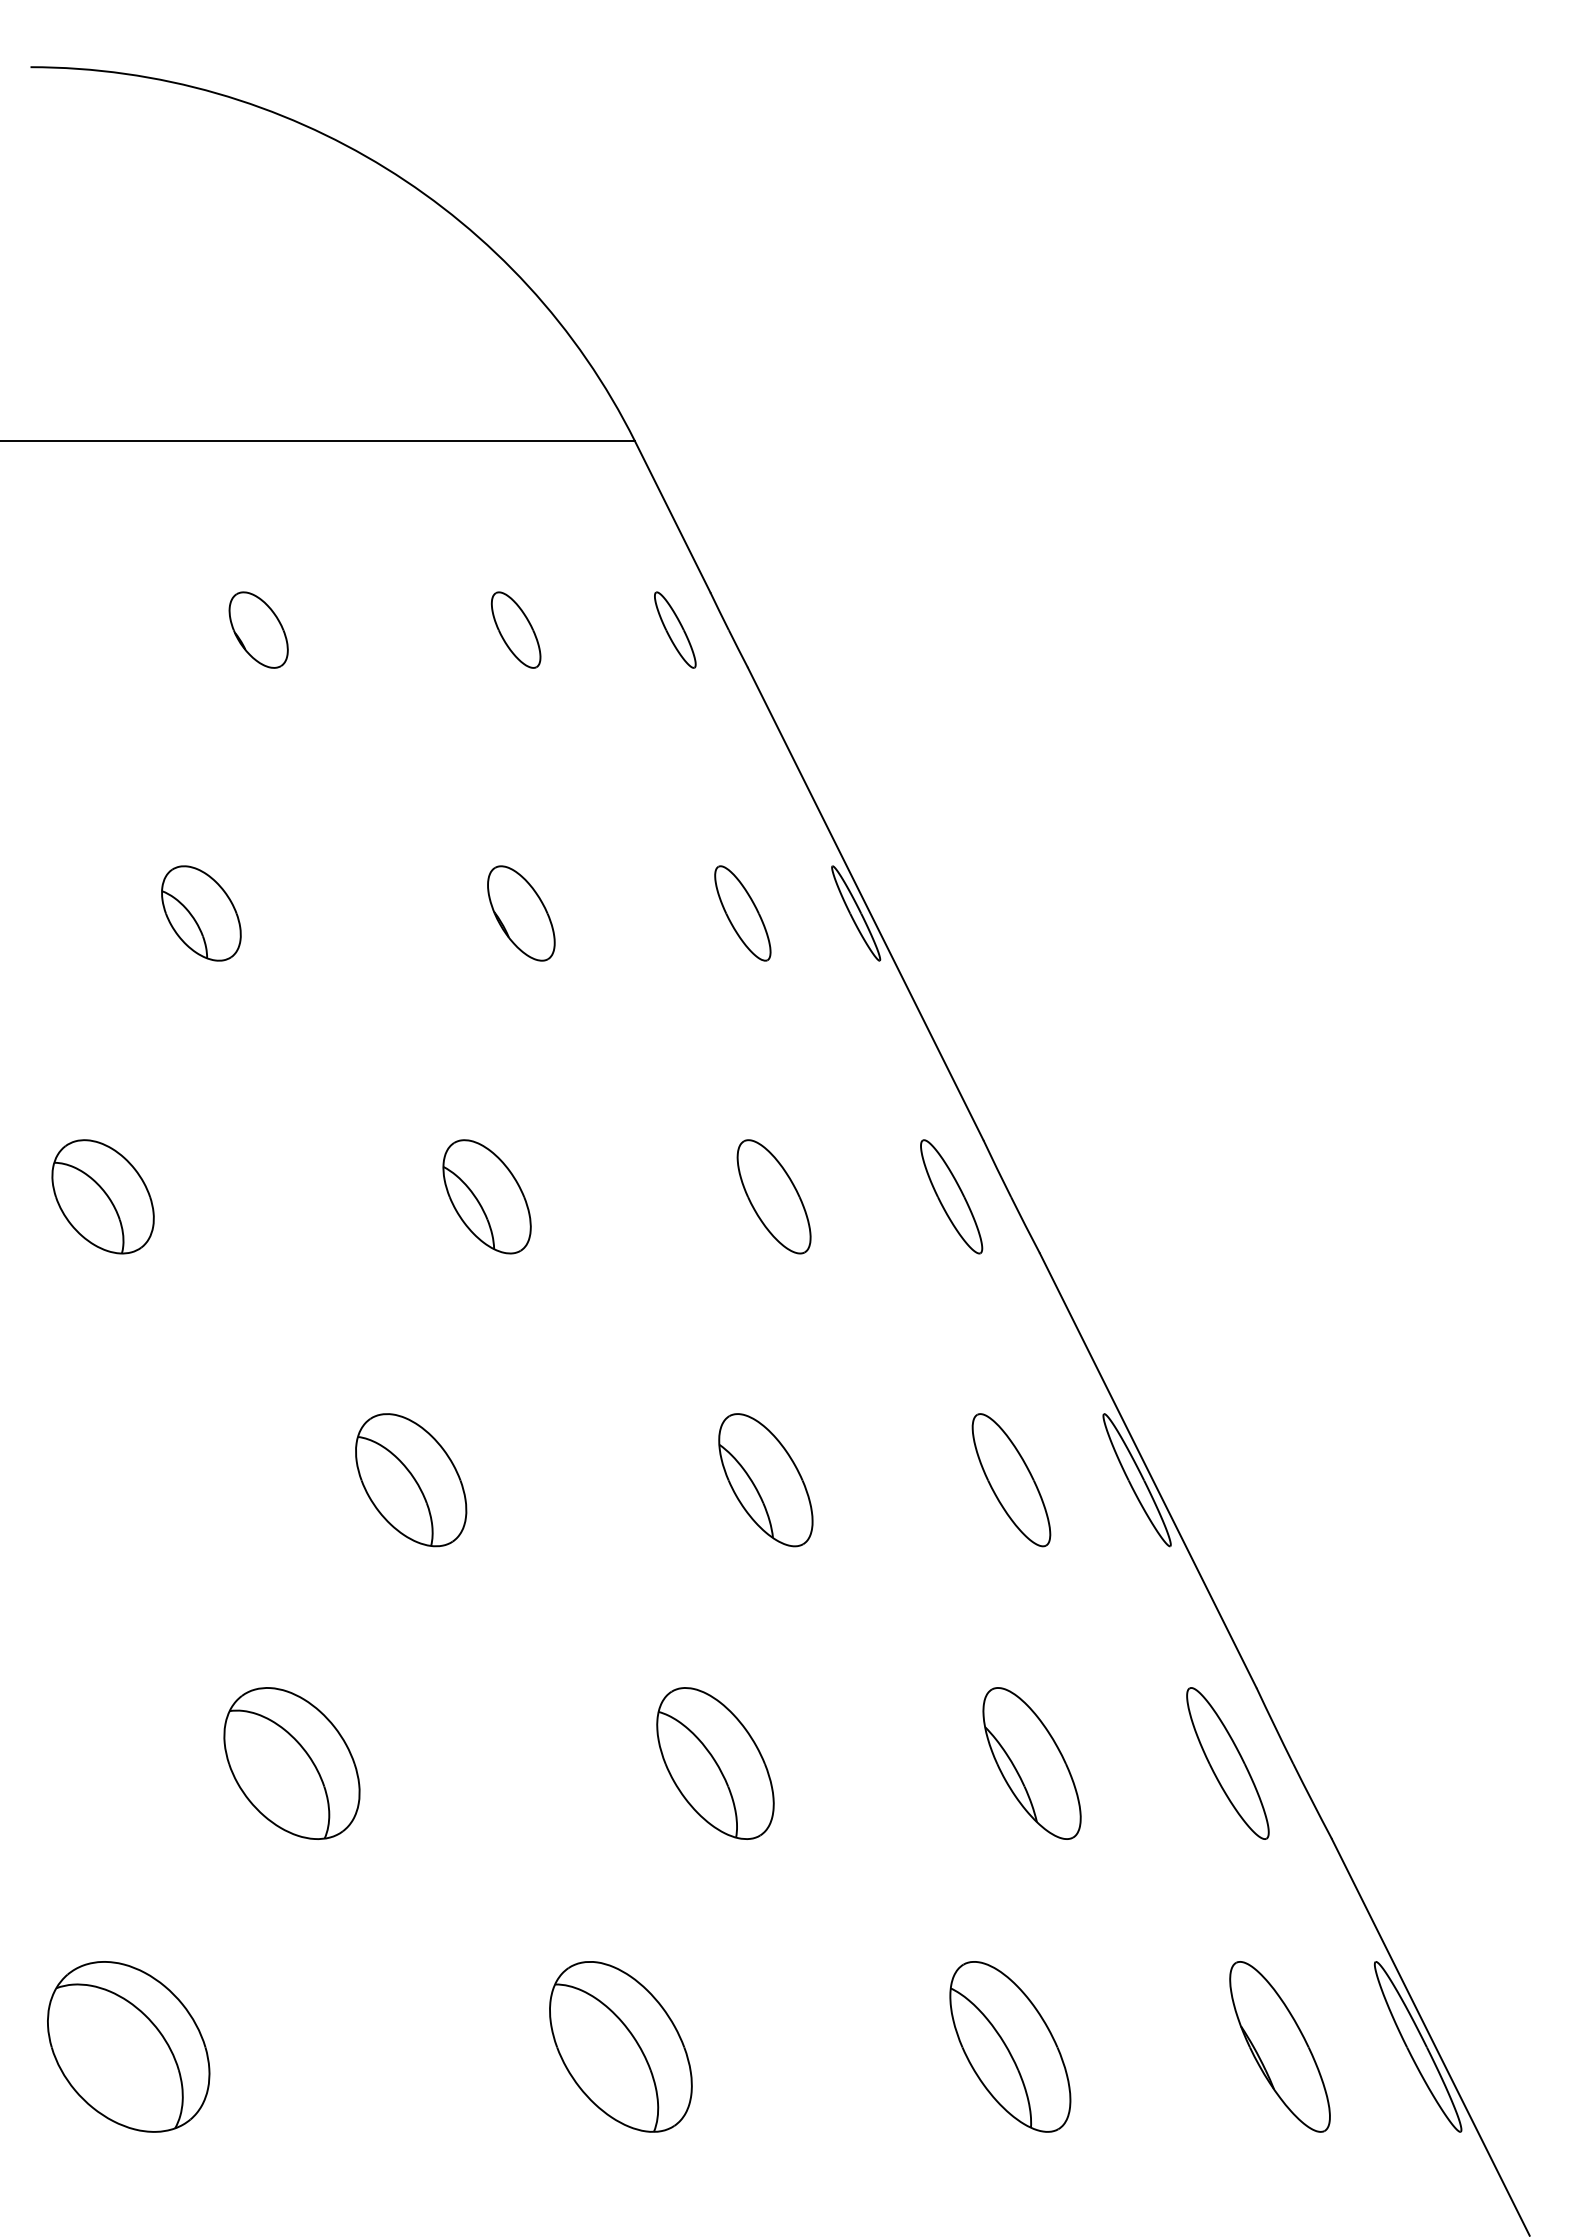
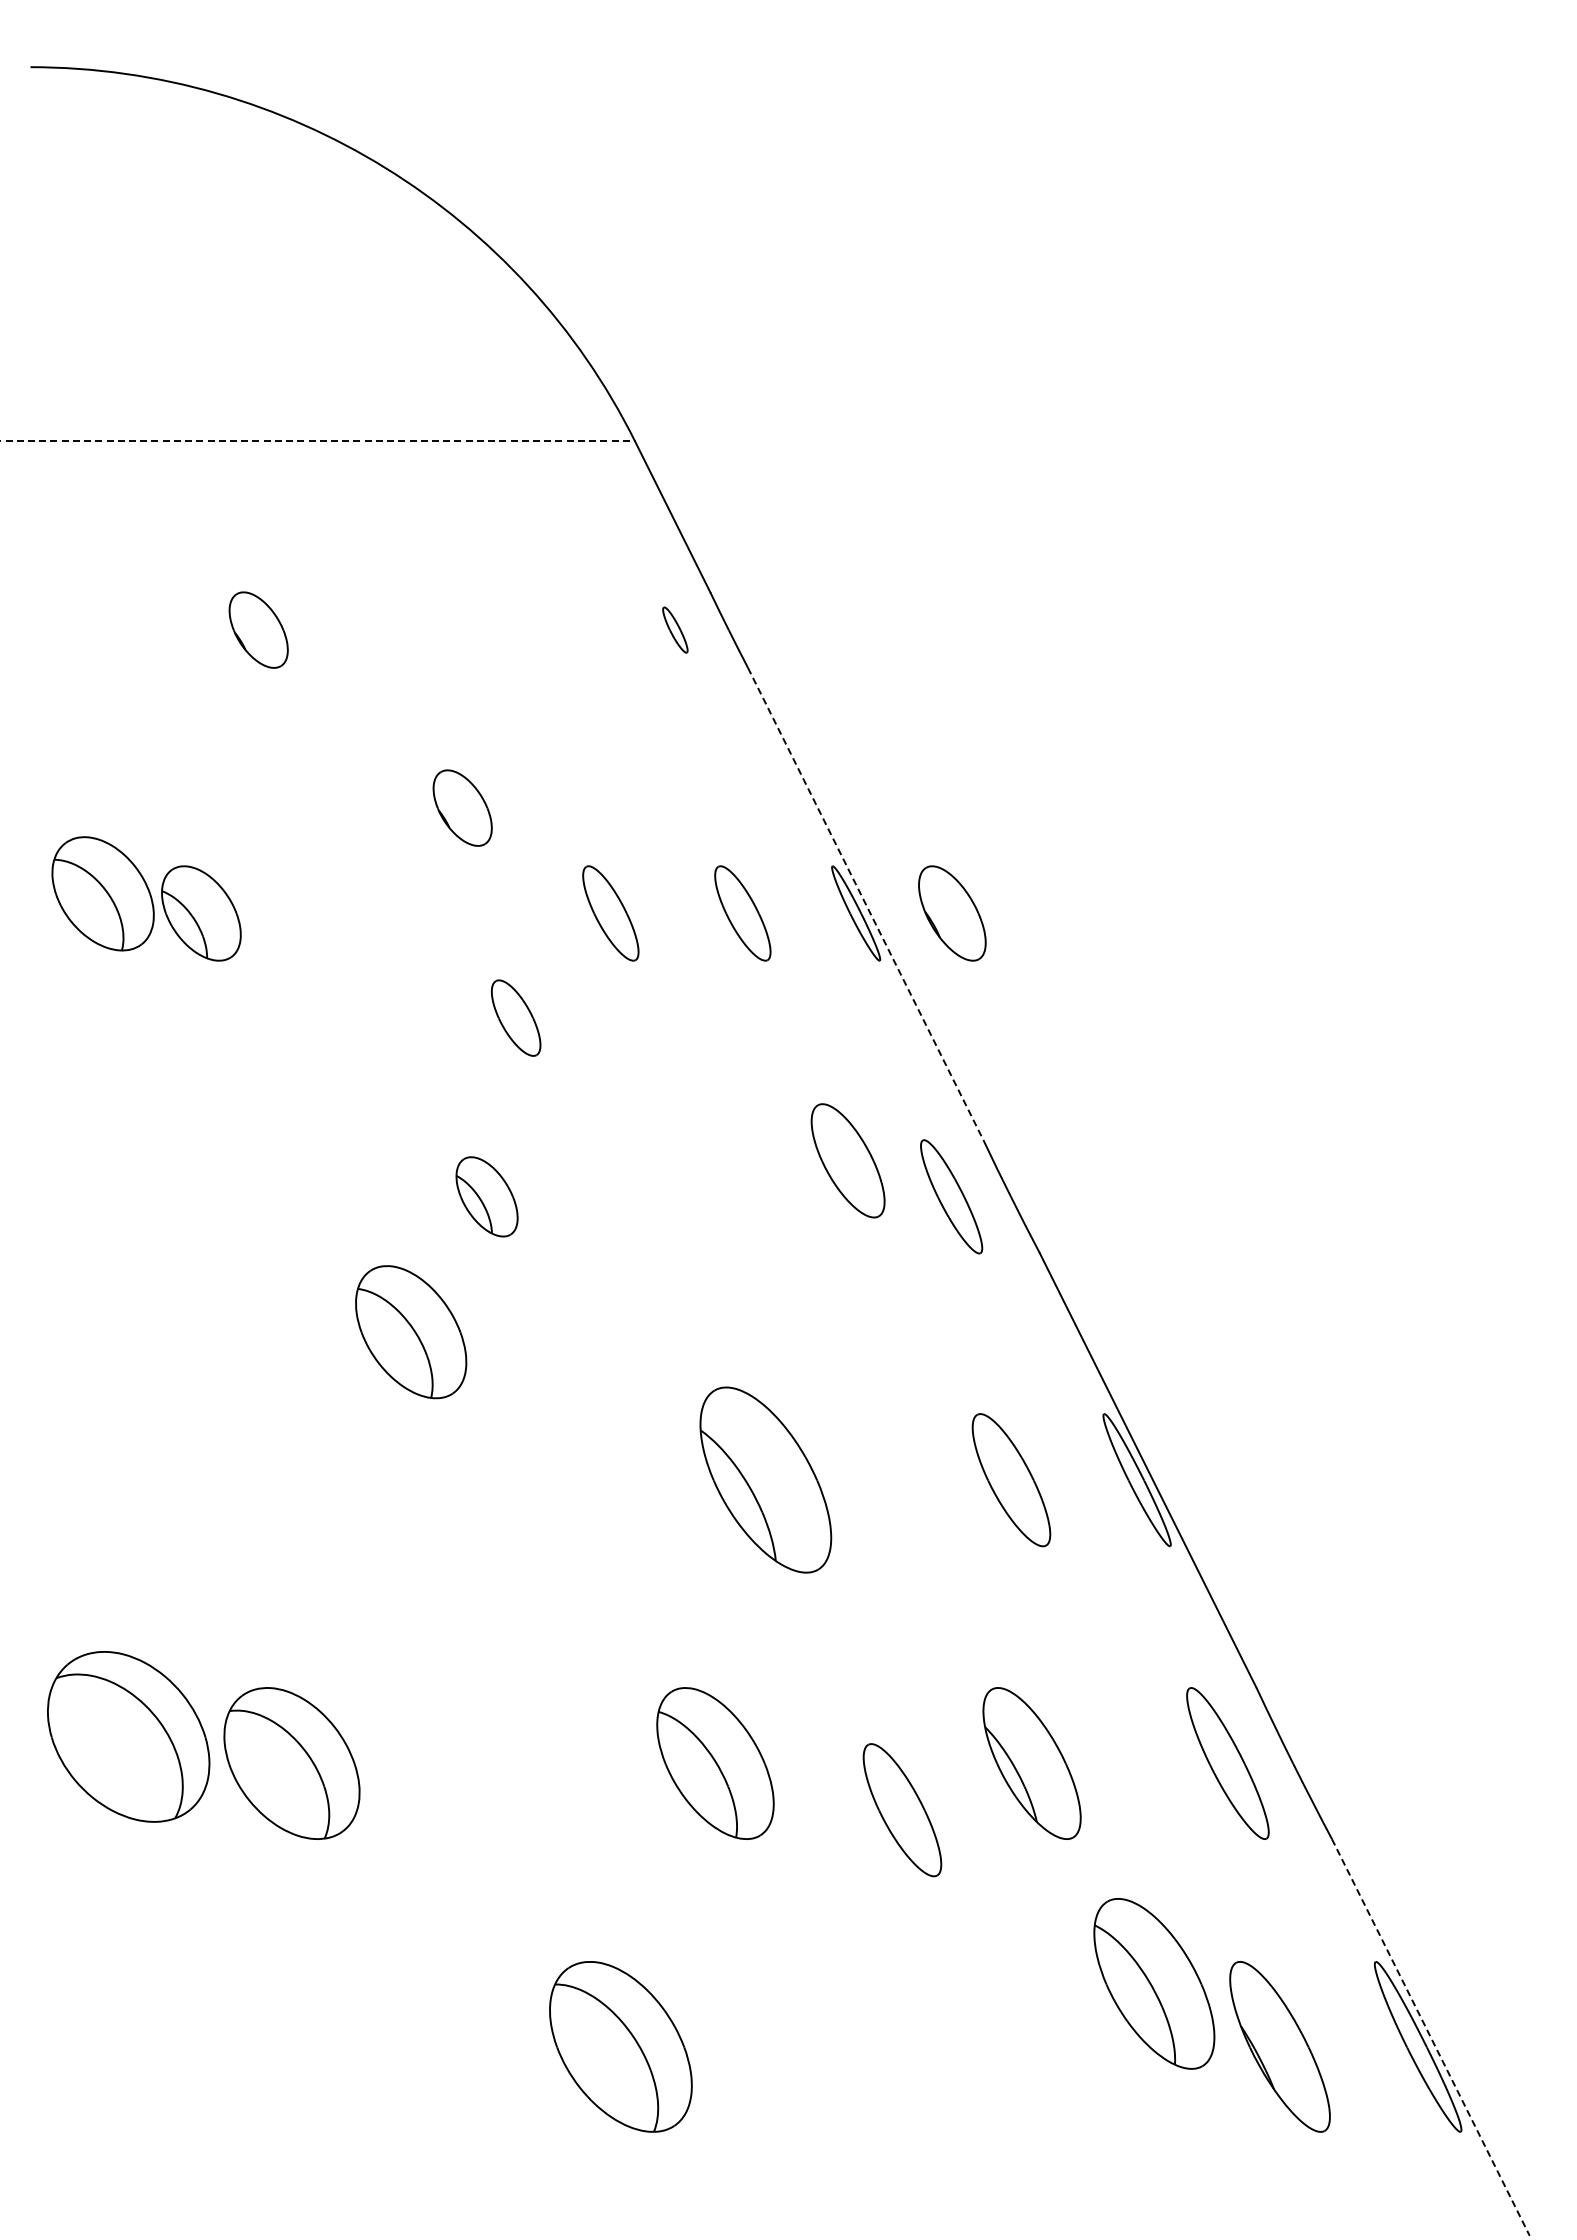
line at (318, 441): solid -> dashed
part at (515, 629) position: (515, 629) -> (515, 1017)
part at (675, 629) size: 43x78 px -> 27x48 px
part at (462, 807): none -> present
line at (865, 904): solid -> dashed
part at (521, 913) position: (521, 913) -> (952, 913)
part at (610, 913): none -> present
part at (102, 1196) position: (102, 1196) -> (102, 893)
part at (486, 1196) size: 90x116 px -> 64x82 px
part at (773, 1196) position: (773, 1196) -> (847, 1160)
part at (411, 1480) position: (411, 1480) -> (411, 1332)
part at (765, 1480) size: 96x135 px -> 134x188 px
part at (902, 1810): none -> present
line at (1430, 2037): solid -> dashed
part at (128, 2046) position: (128, 2046) -> (128, 1736)
part at (1010, 2046) position: (1010, 2046) -> (1154, 1983)
